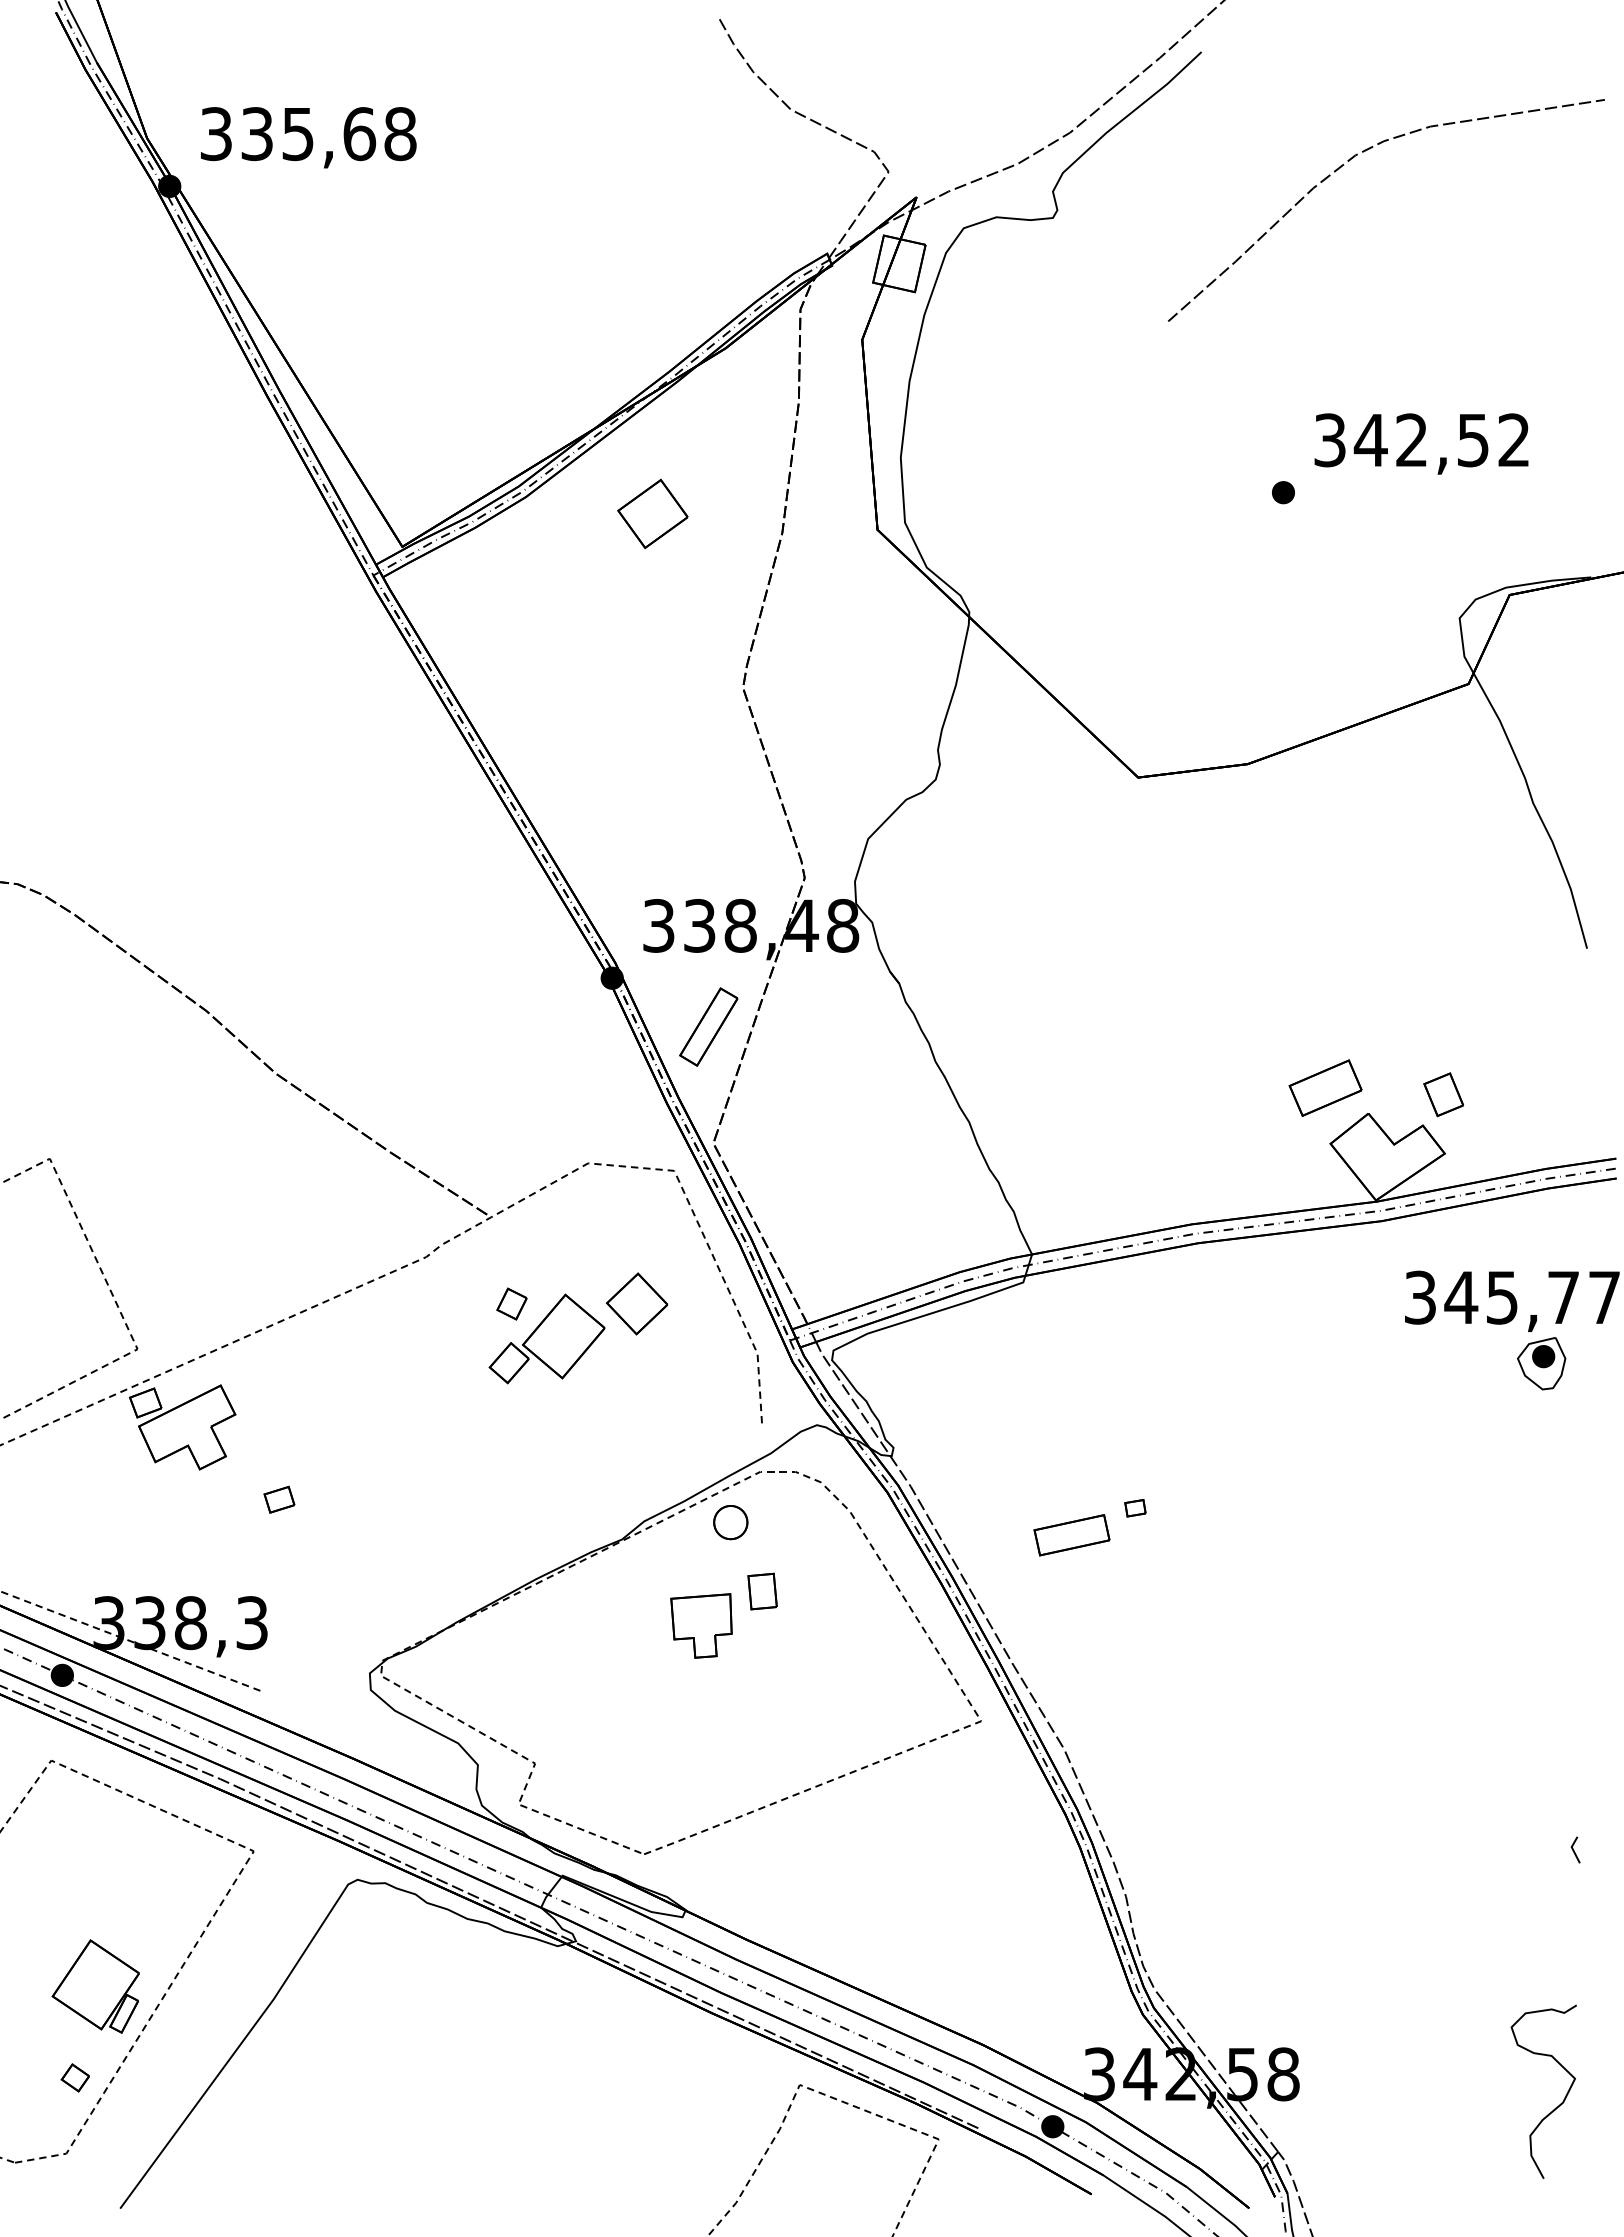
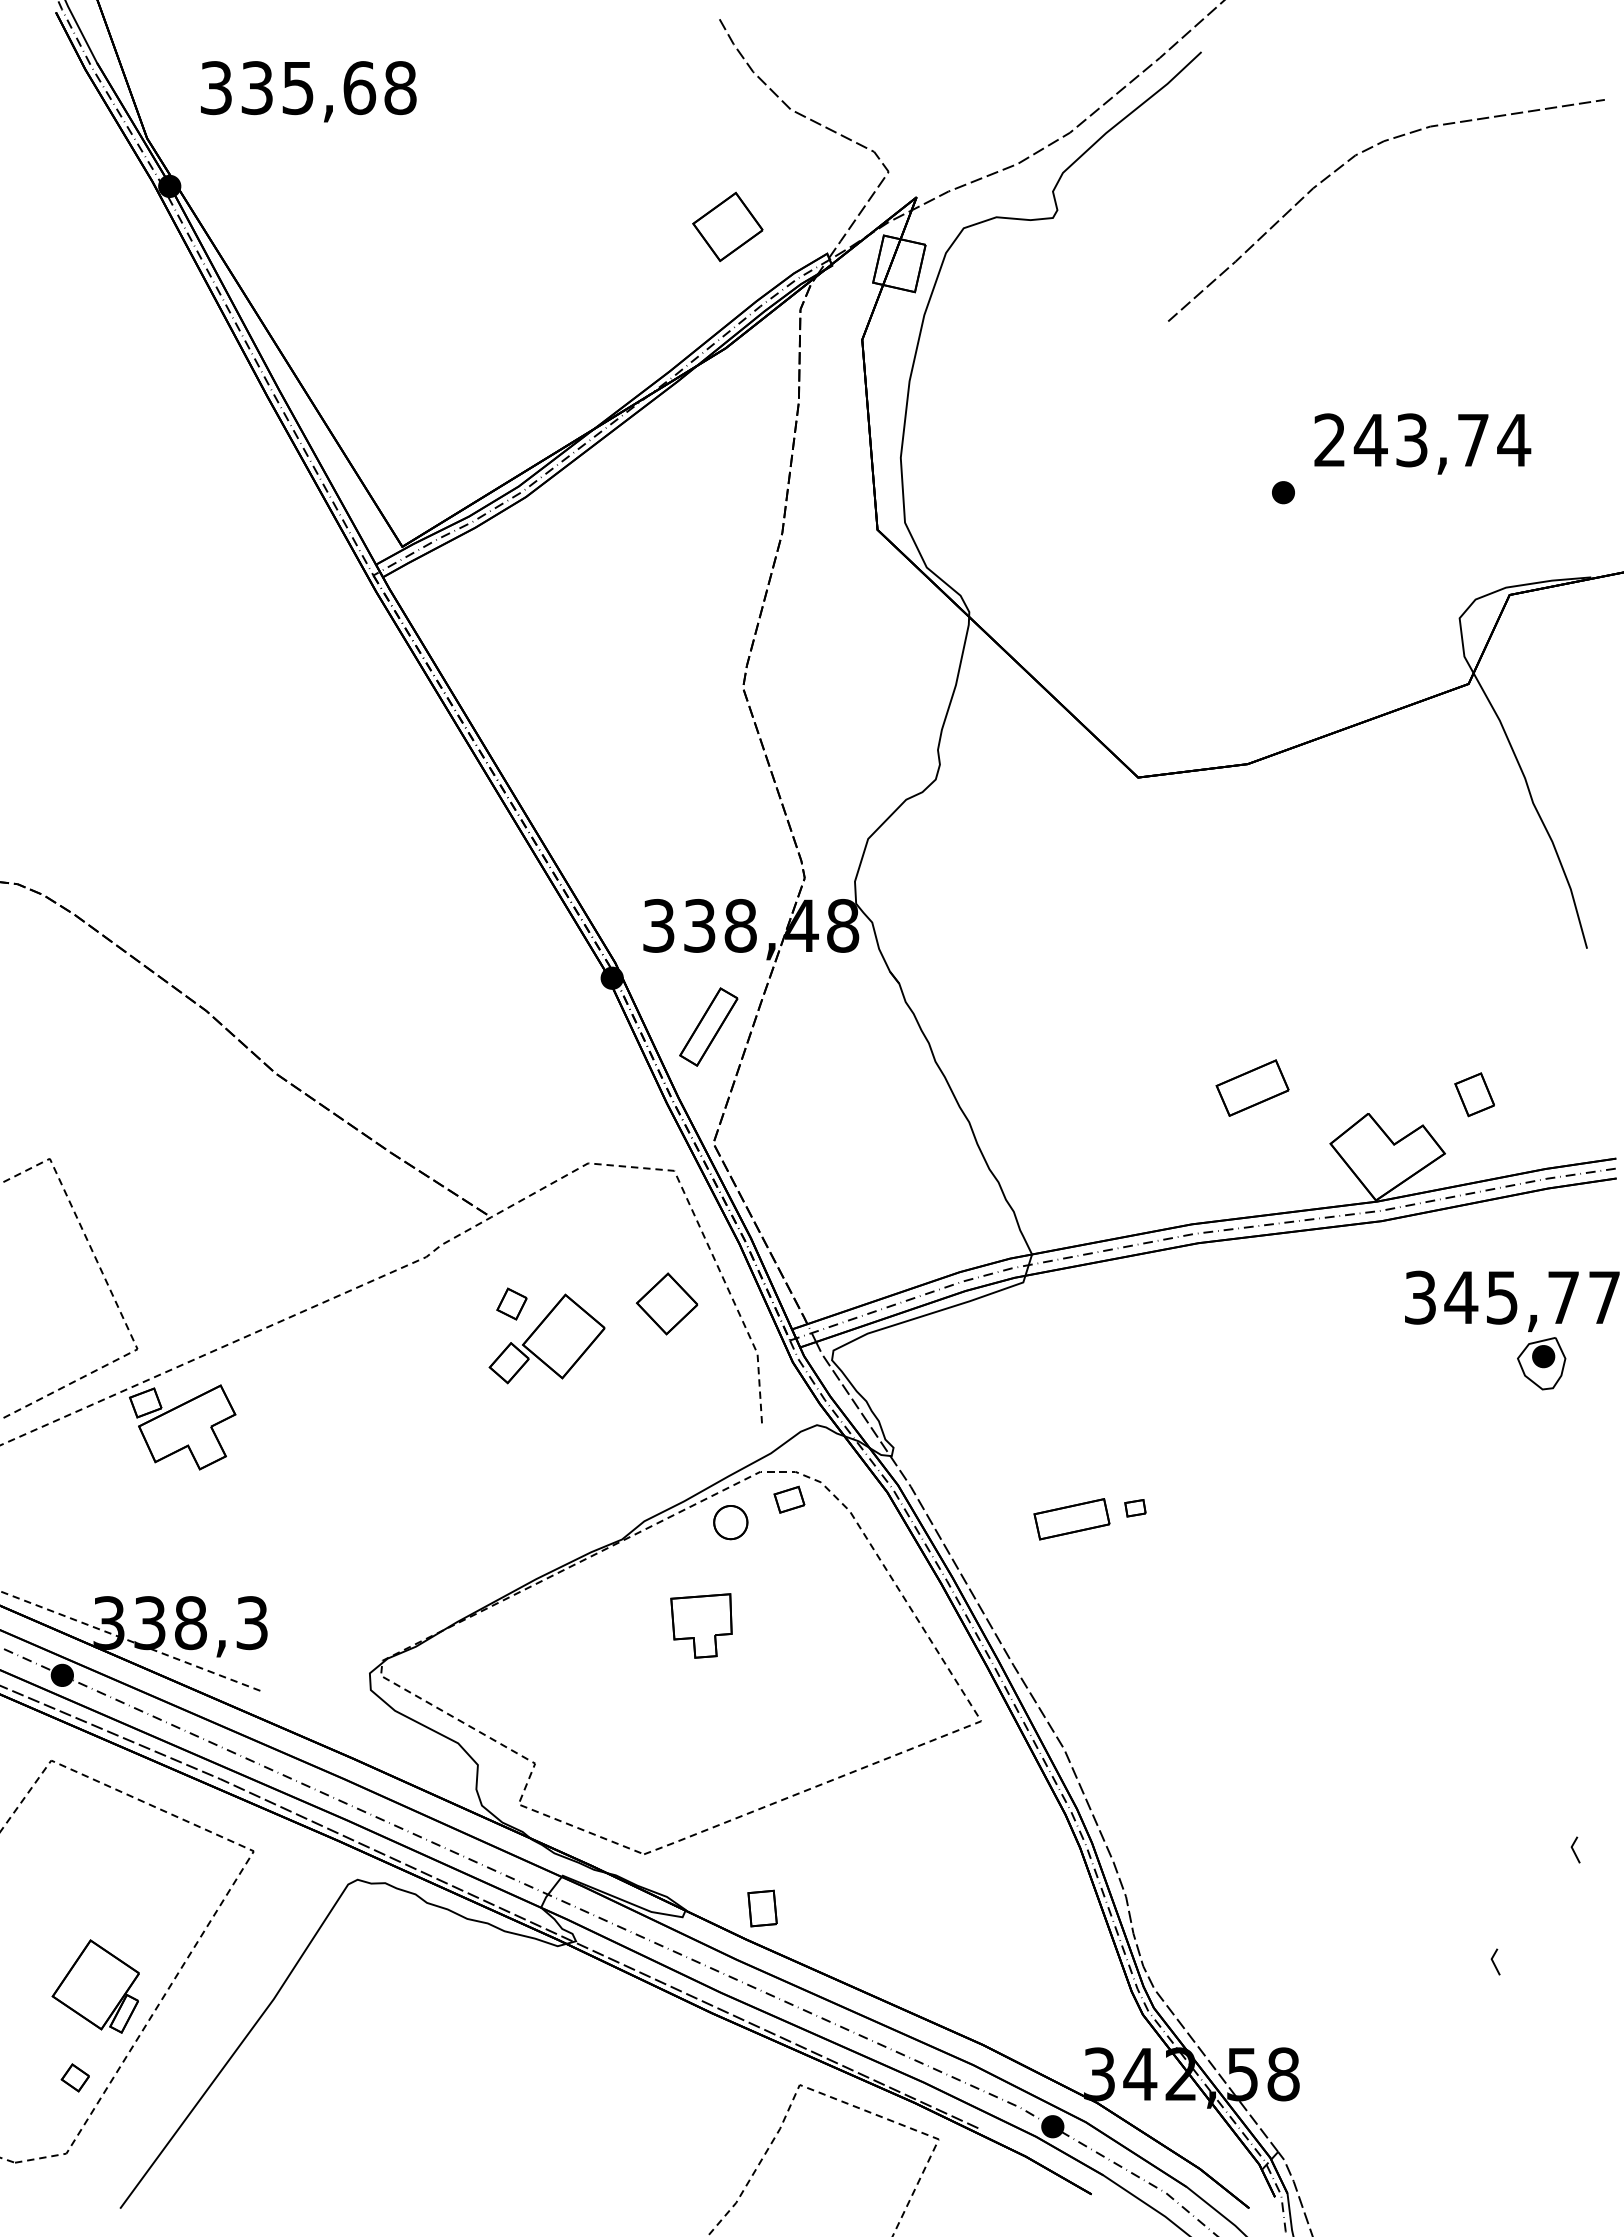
text at (308, 137) position: (308, 137) -> (308, 91)
text at (1422, 440): 342,52 -> 243,74
part at (652, 513) position: (652, 513) -> (727, 226)
part at (1325, 1087) position: (1325, 1087) -> (1252, 1087)
part at (1443, 1094) position: (1443, 1094) -> (1474, 1094)
part at (637, 1303) position: (637, 1303) -> (667, 1303)
part at (279, 1499) position: (279, 1499) -> (789, 1499)
part at (1071, 1535) position: (1071, 1535) -> (1071, 1519)
part at (762, 1591) position: (762, 1591) -> (762, 1908)
line at (1494, 1962): none -> present
curve at (1555, 2107): present -> none
